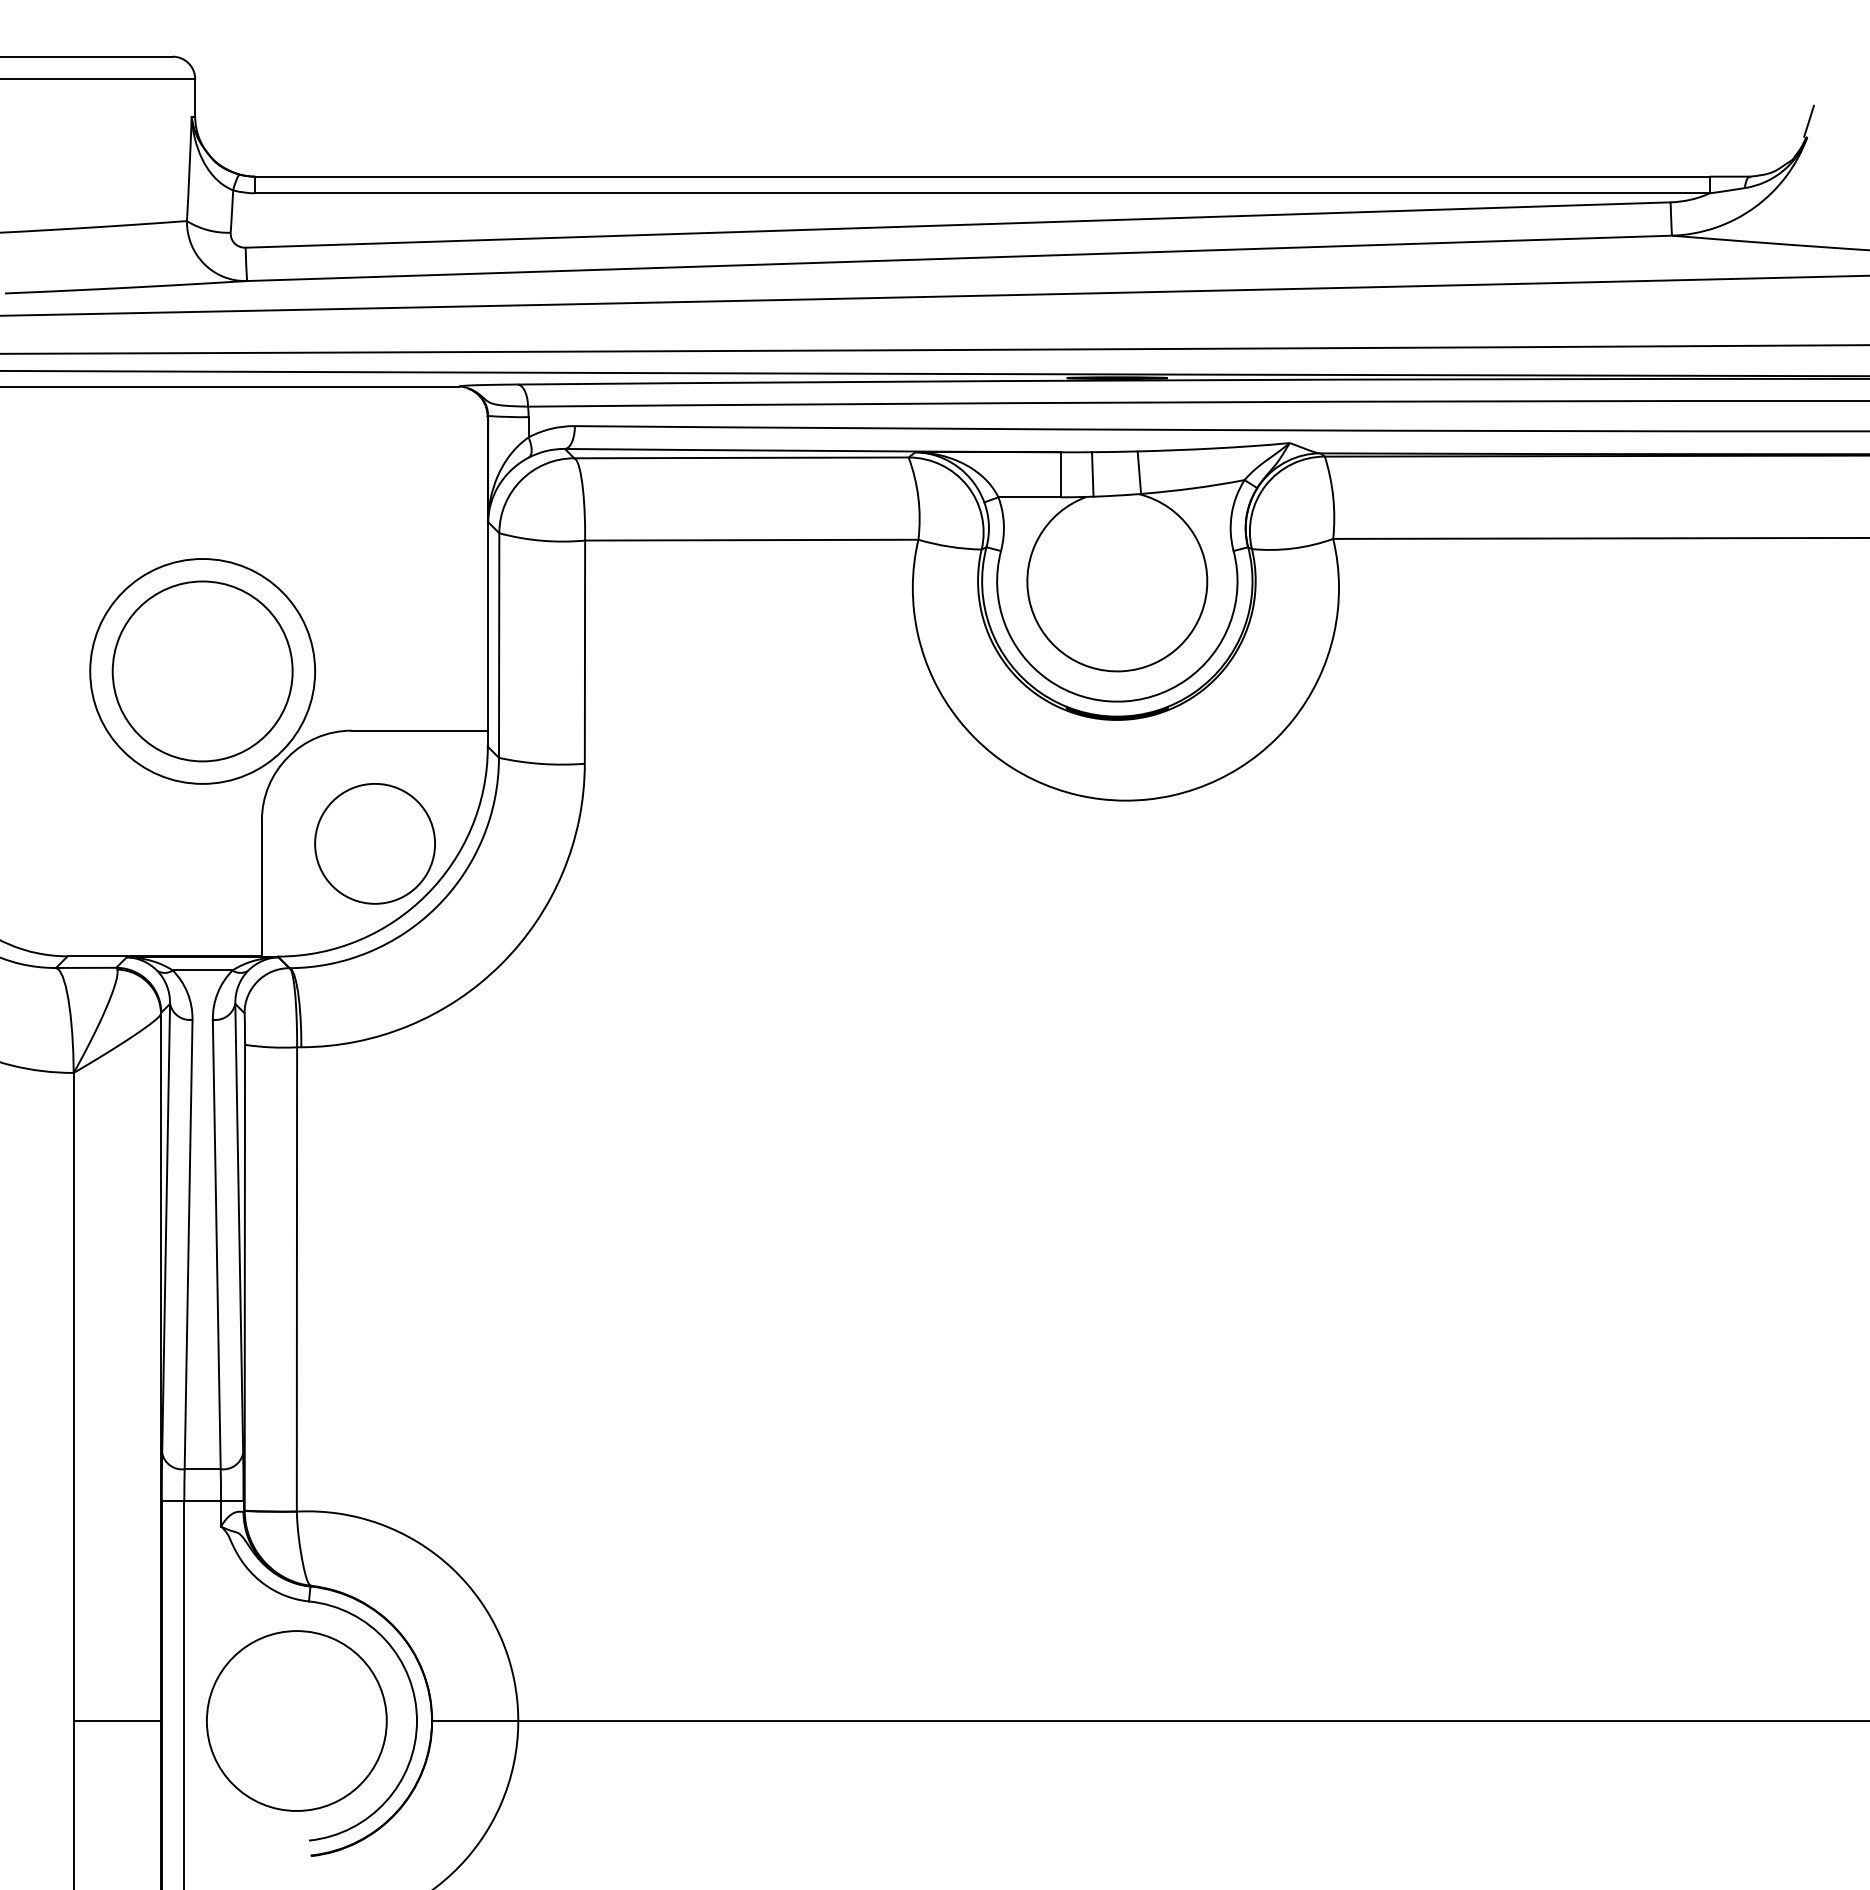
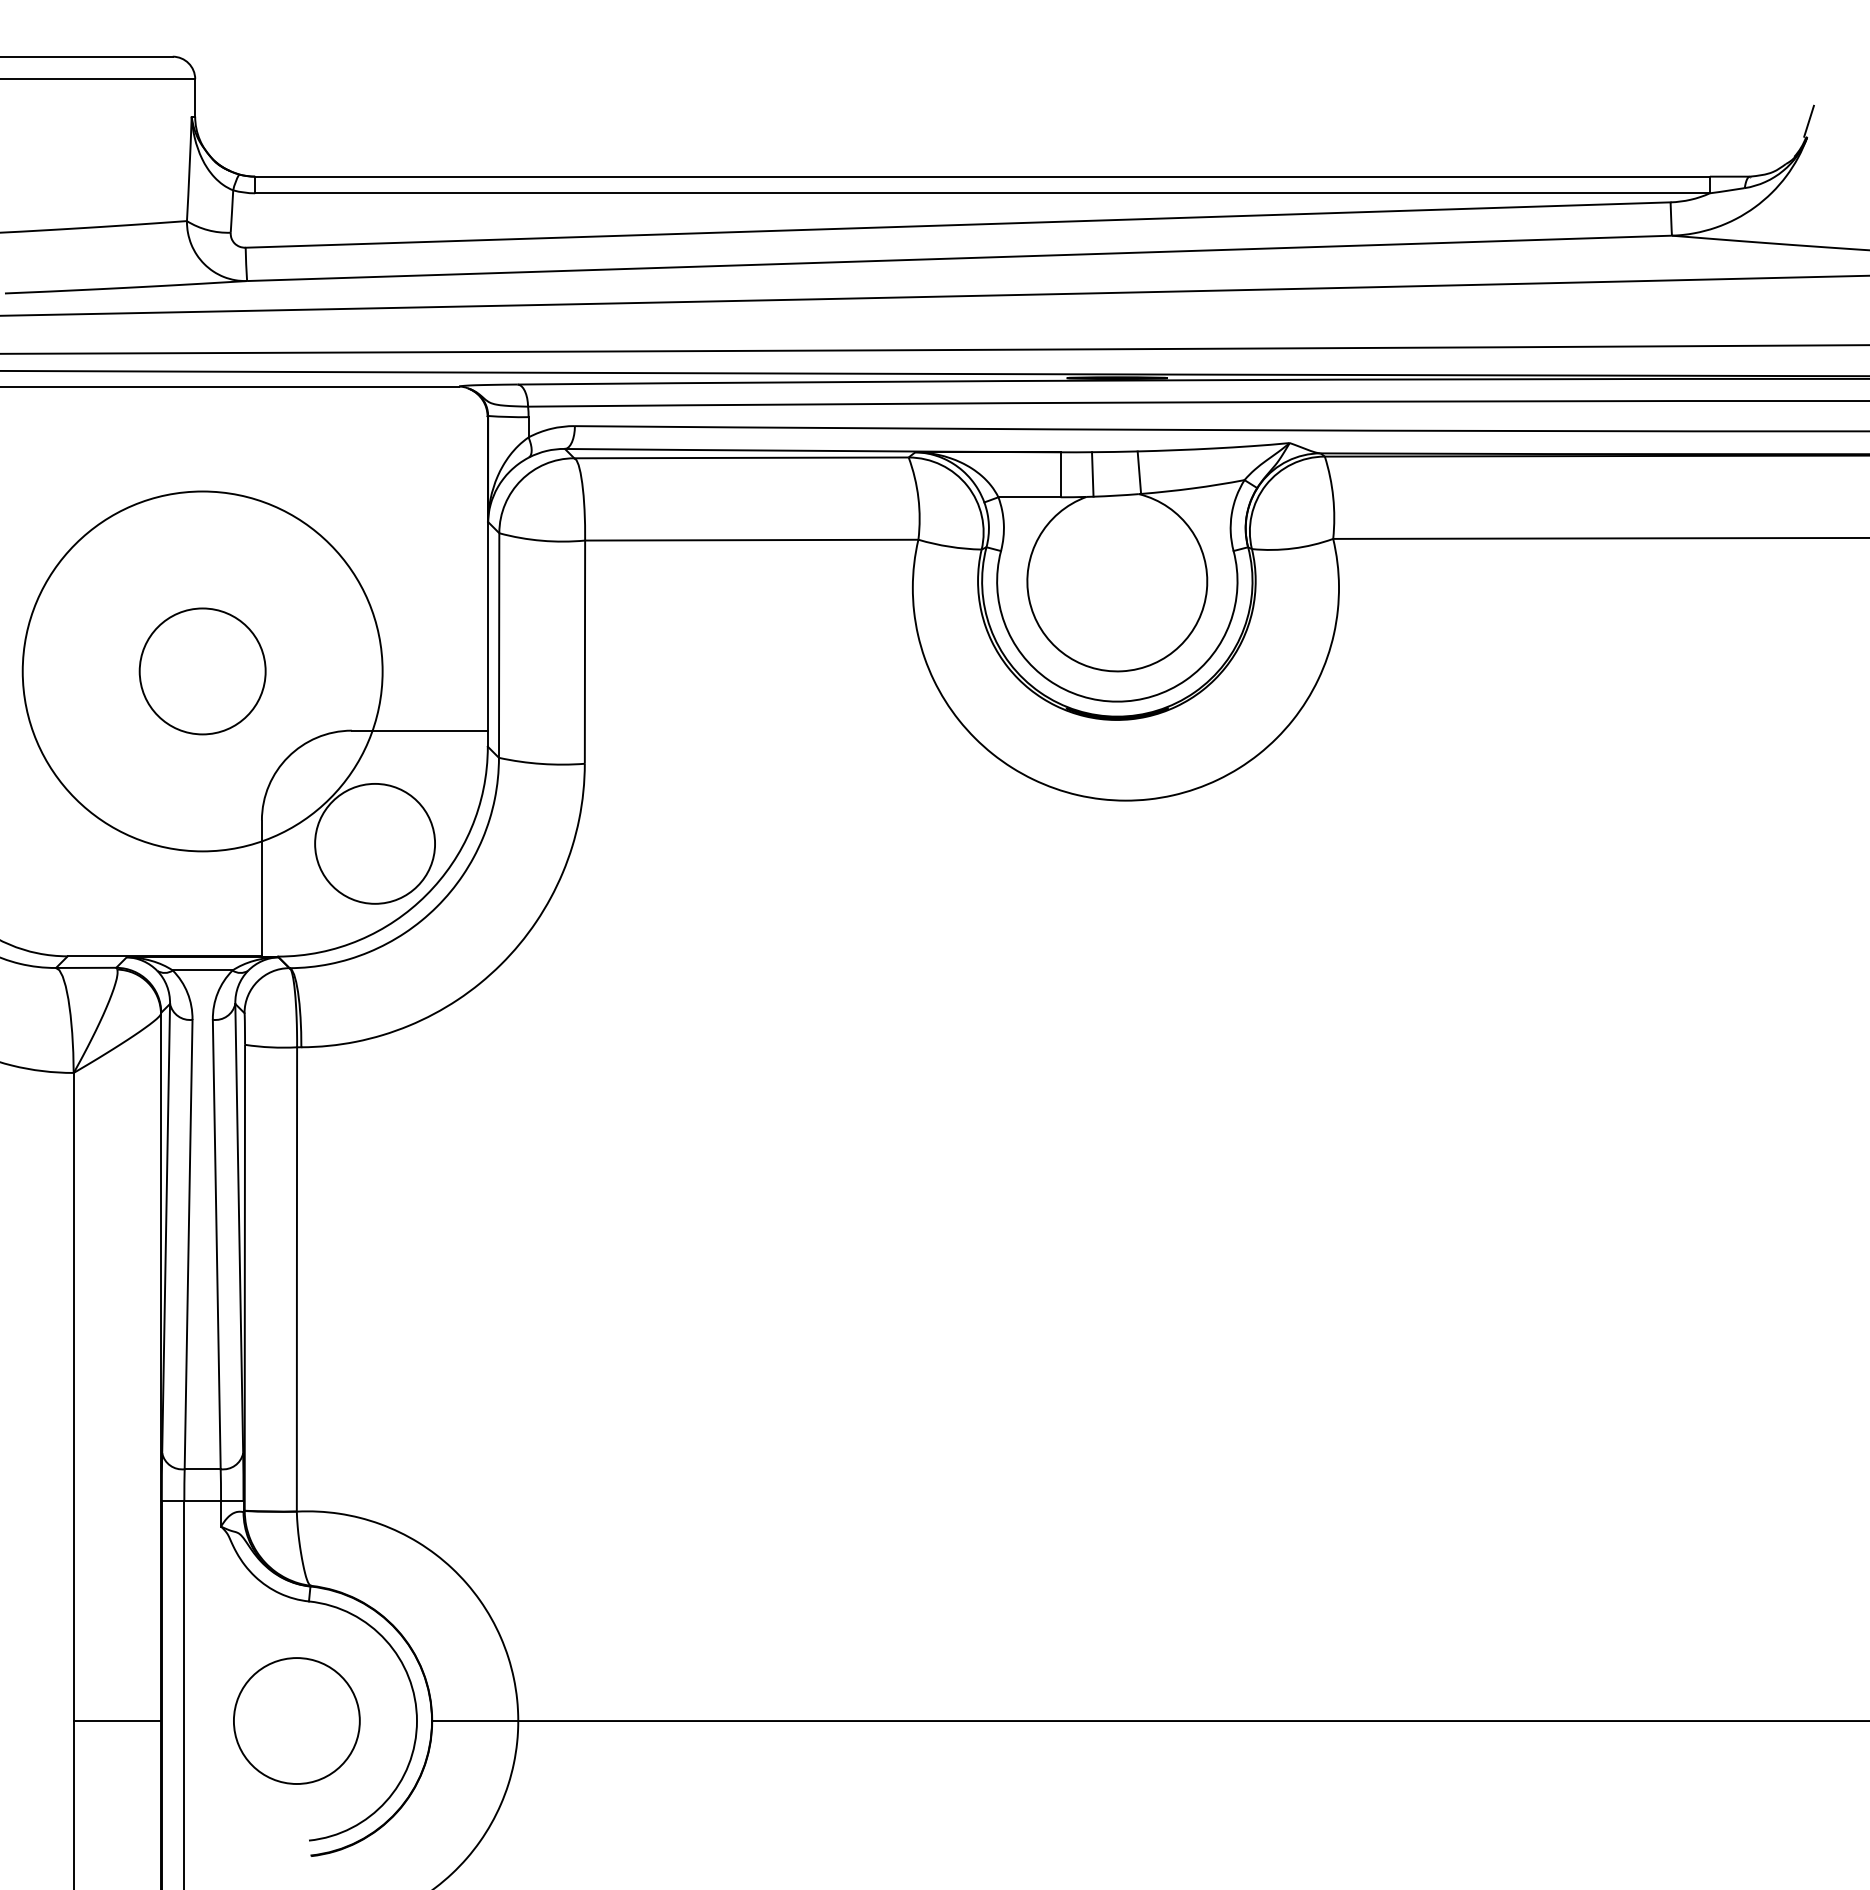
circle at (202, 670) diameter: 225 px -> 360 px
circle at (202, 671) diameter: 180 px -> 126 px
circle at (296, 1720) size: 182x182 px -> 128x128 px
